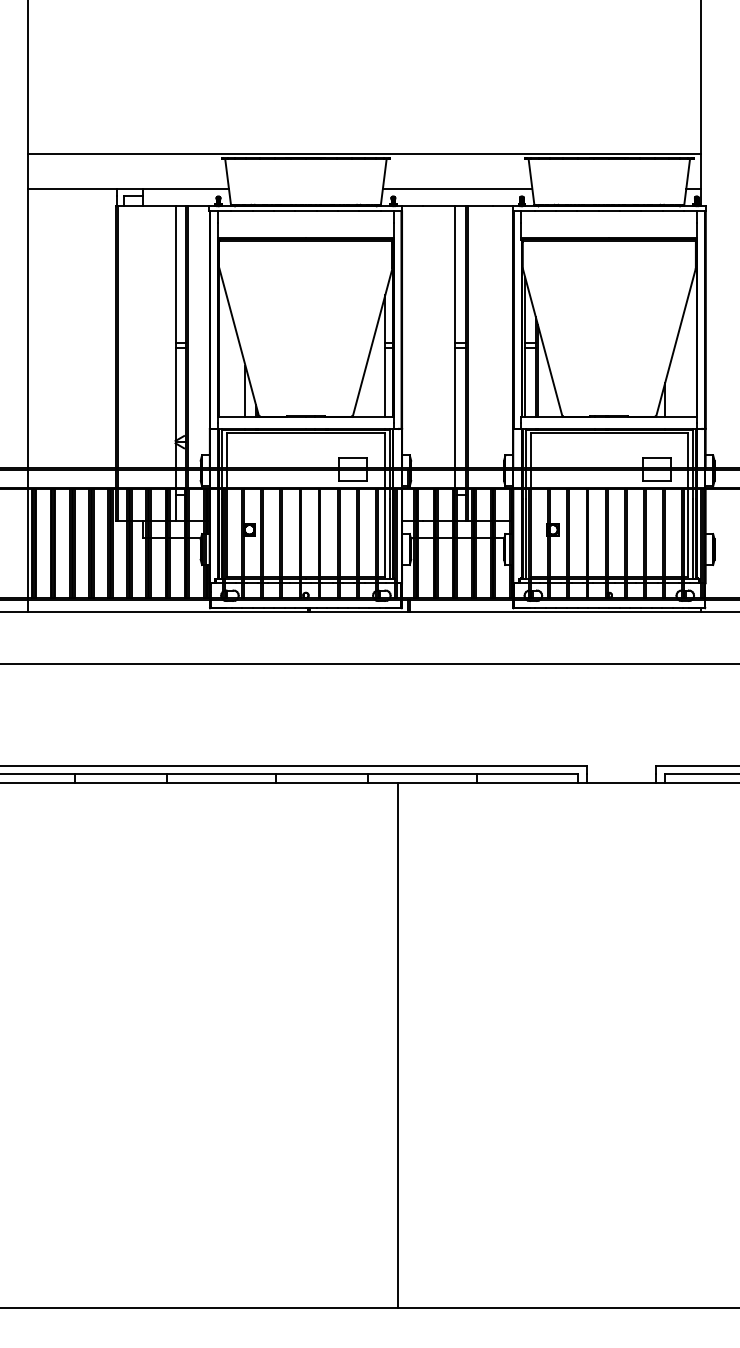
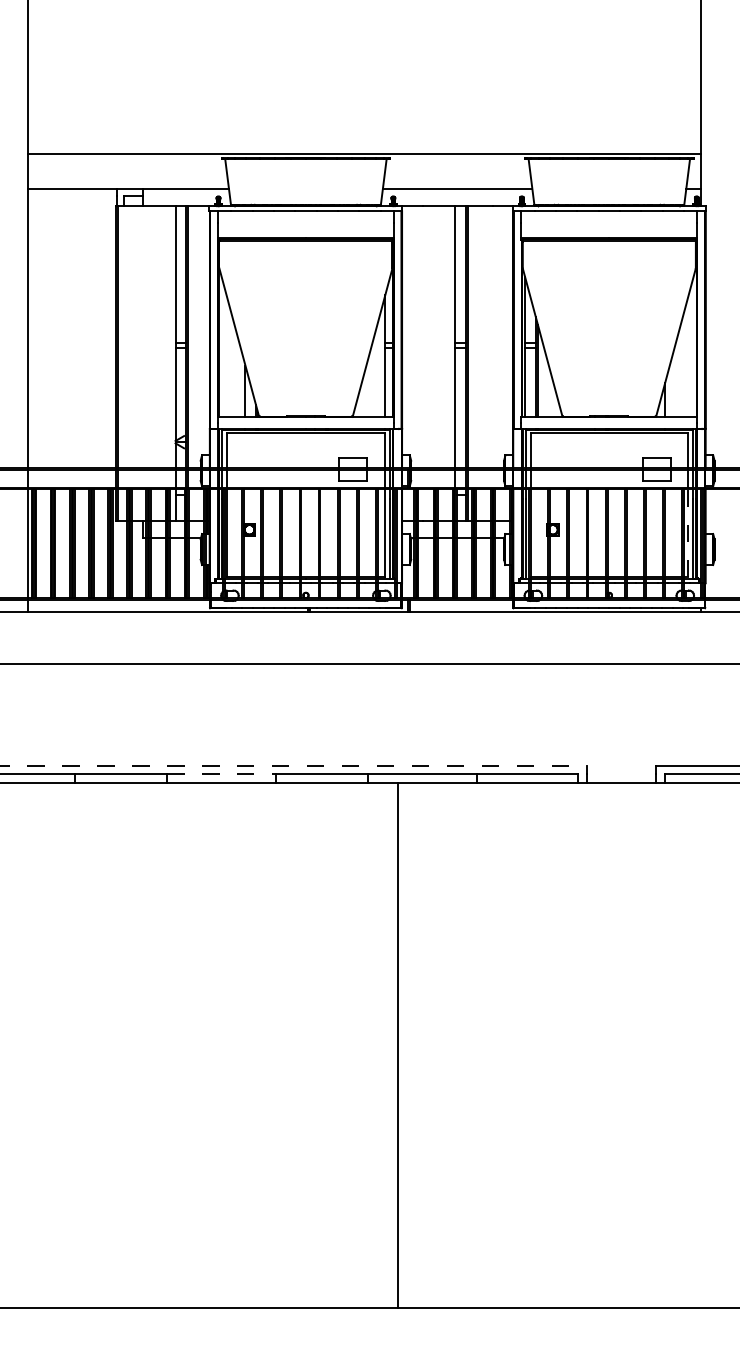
line at (688, 533): solid -> dashed
line at (293, 765): solid -> dashed
line at (221, 774): solid -> dashed
